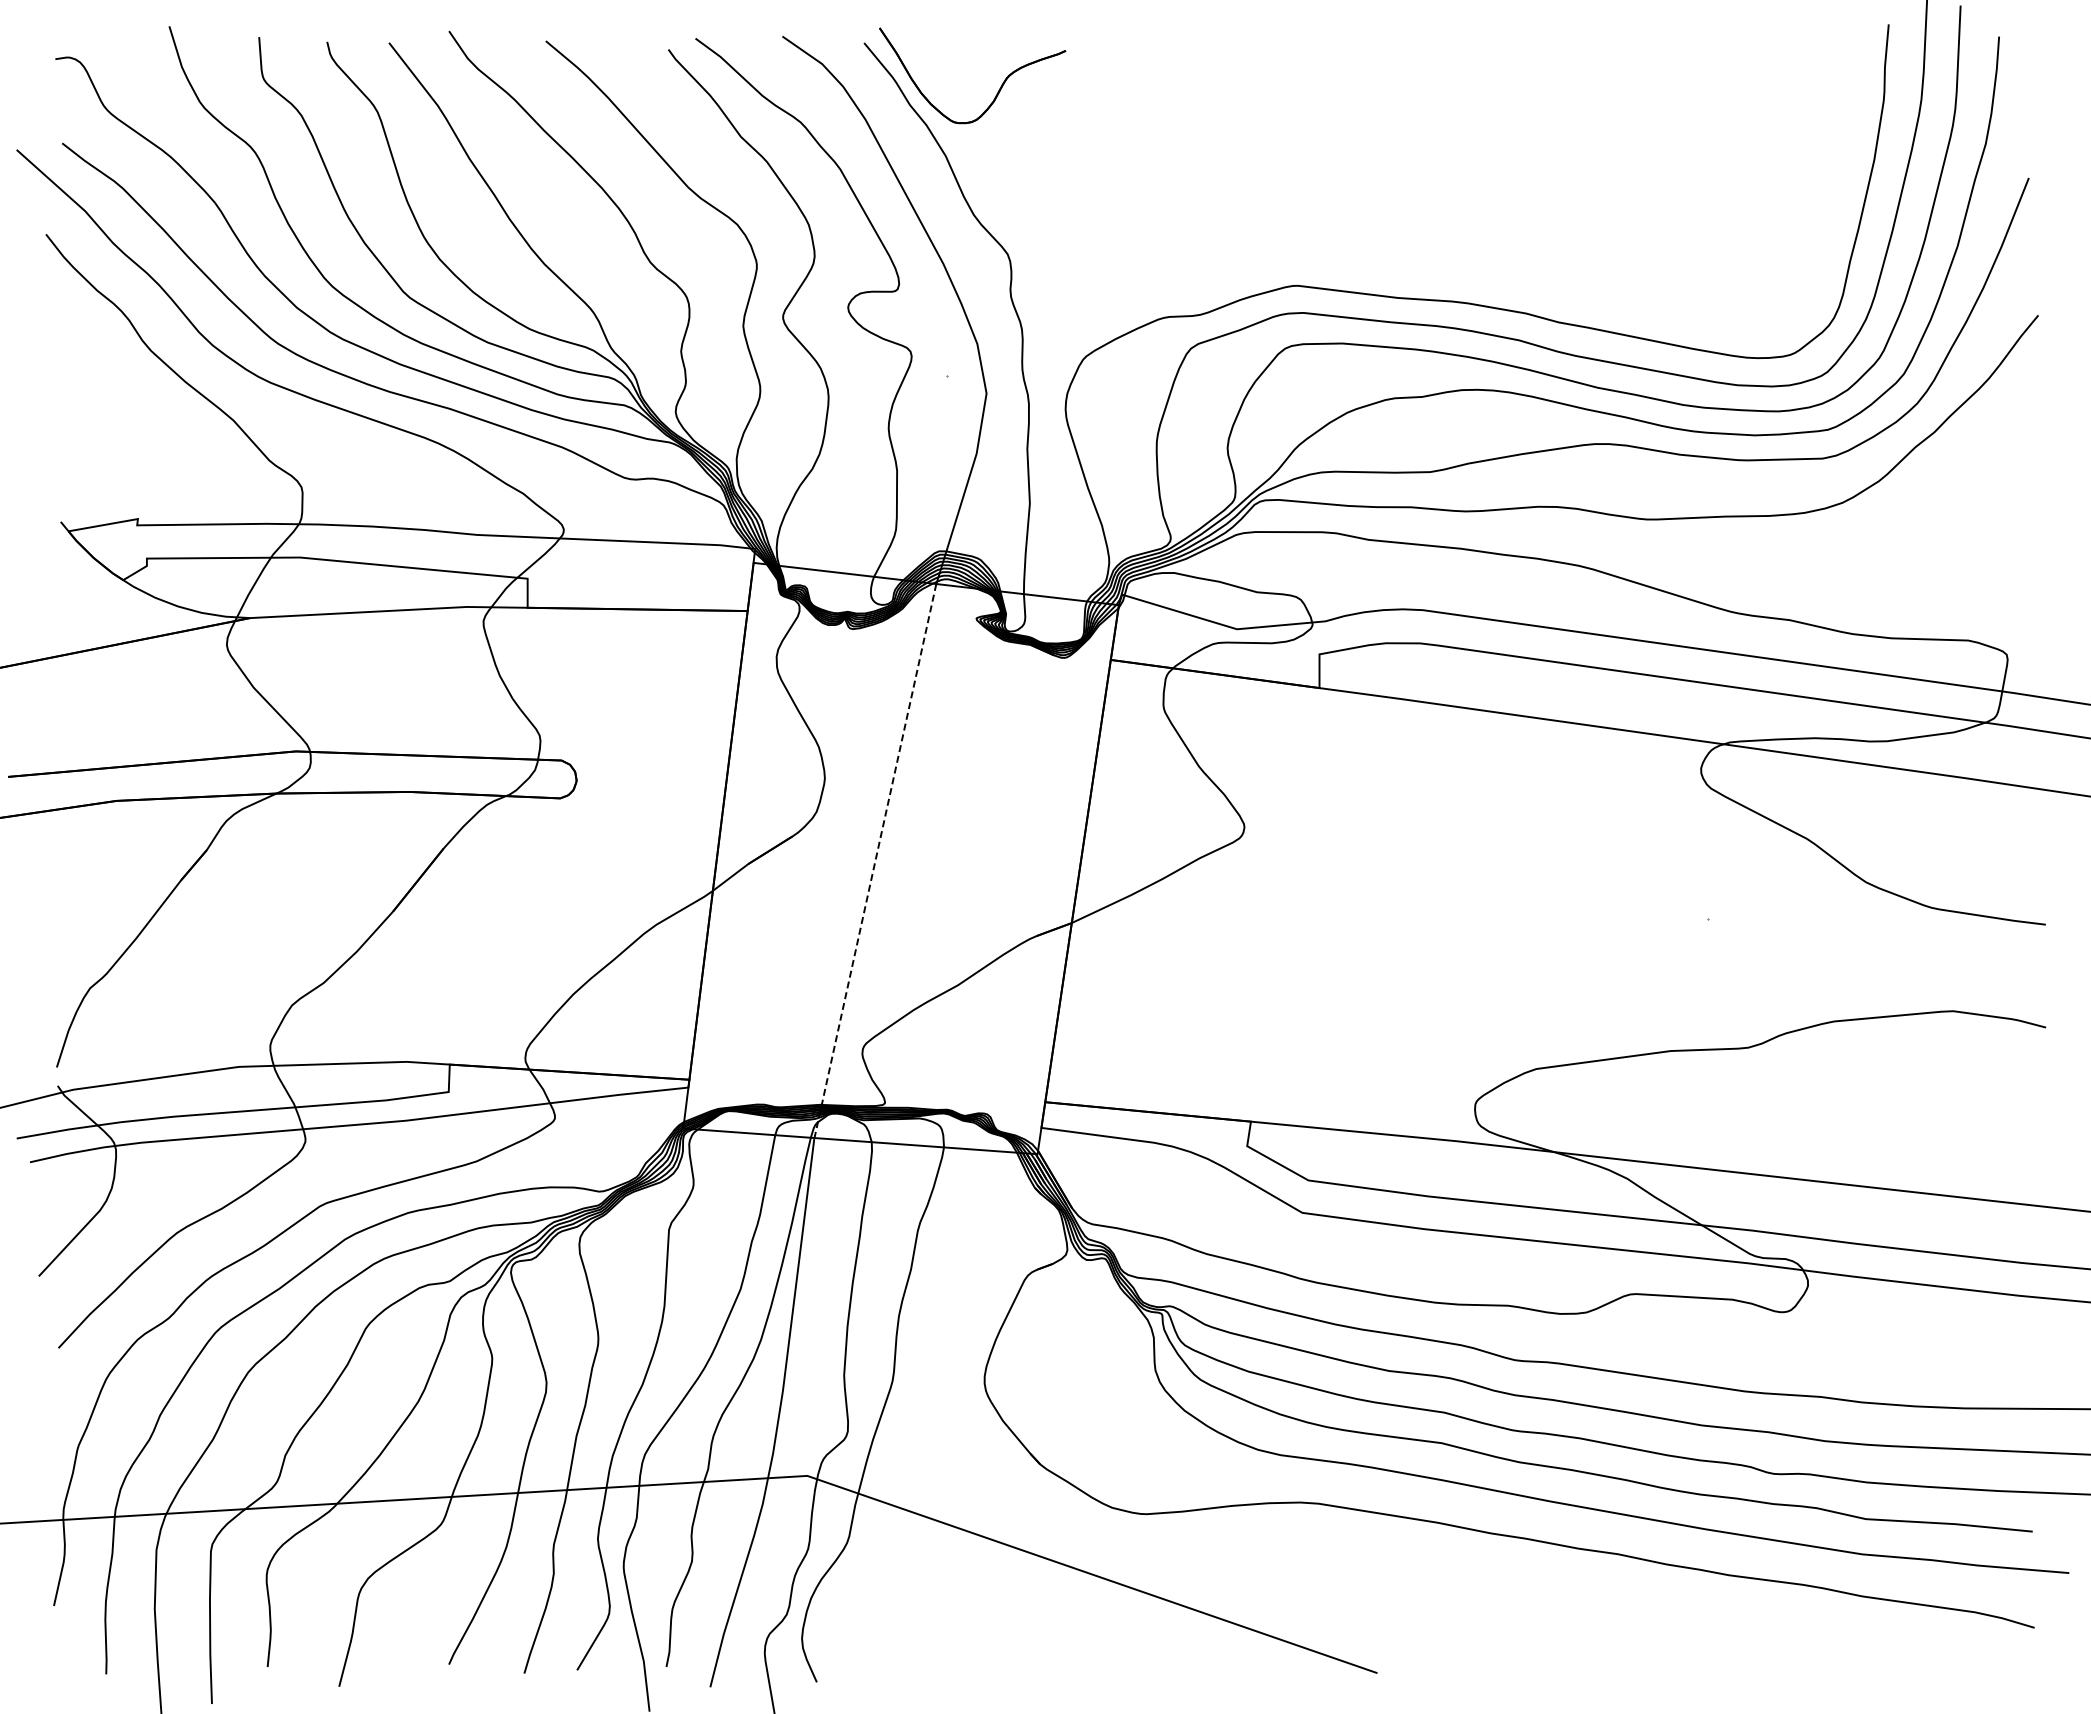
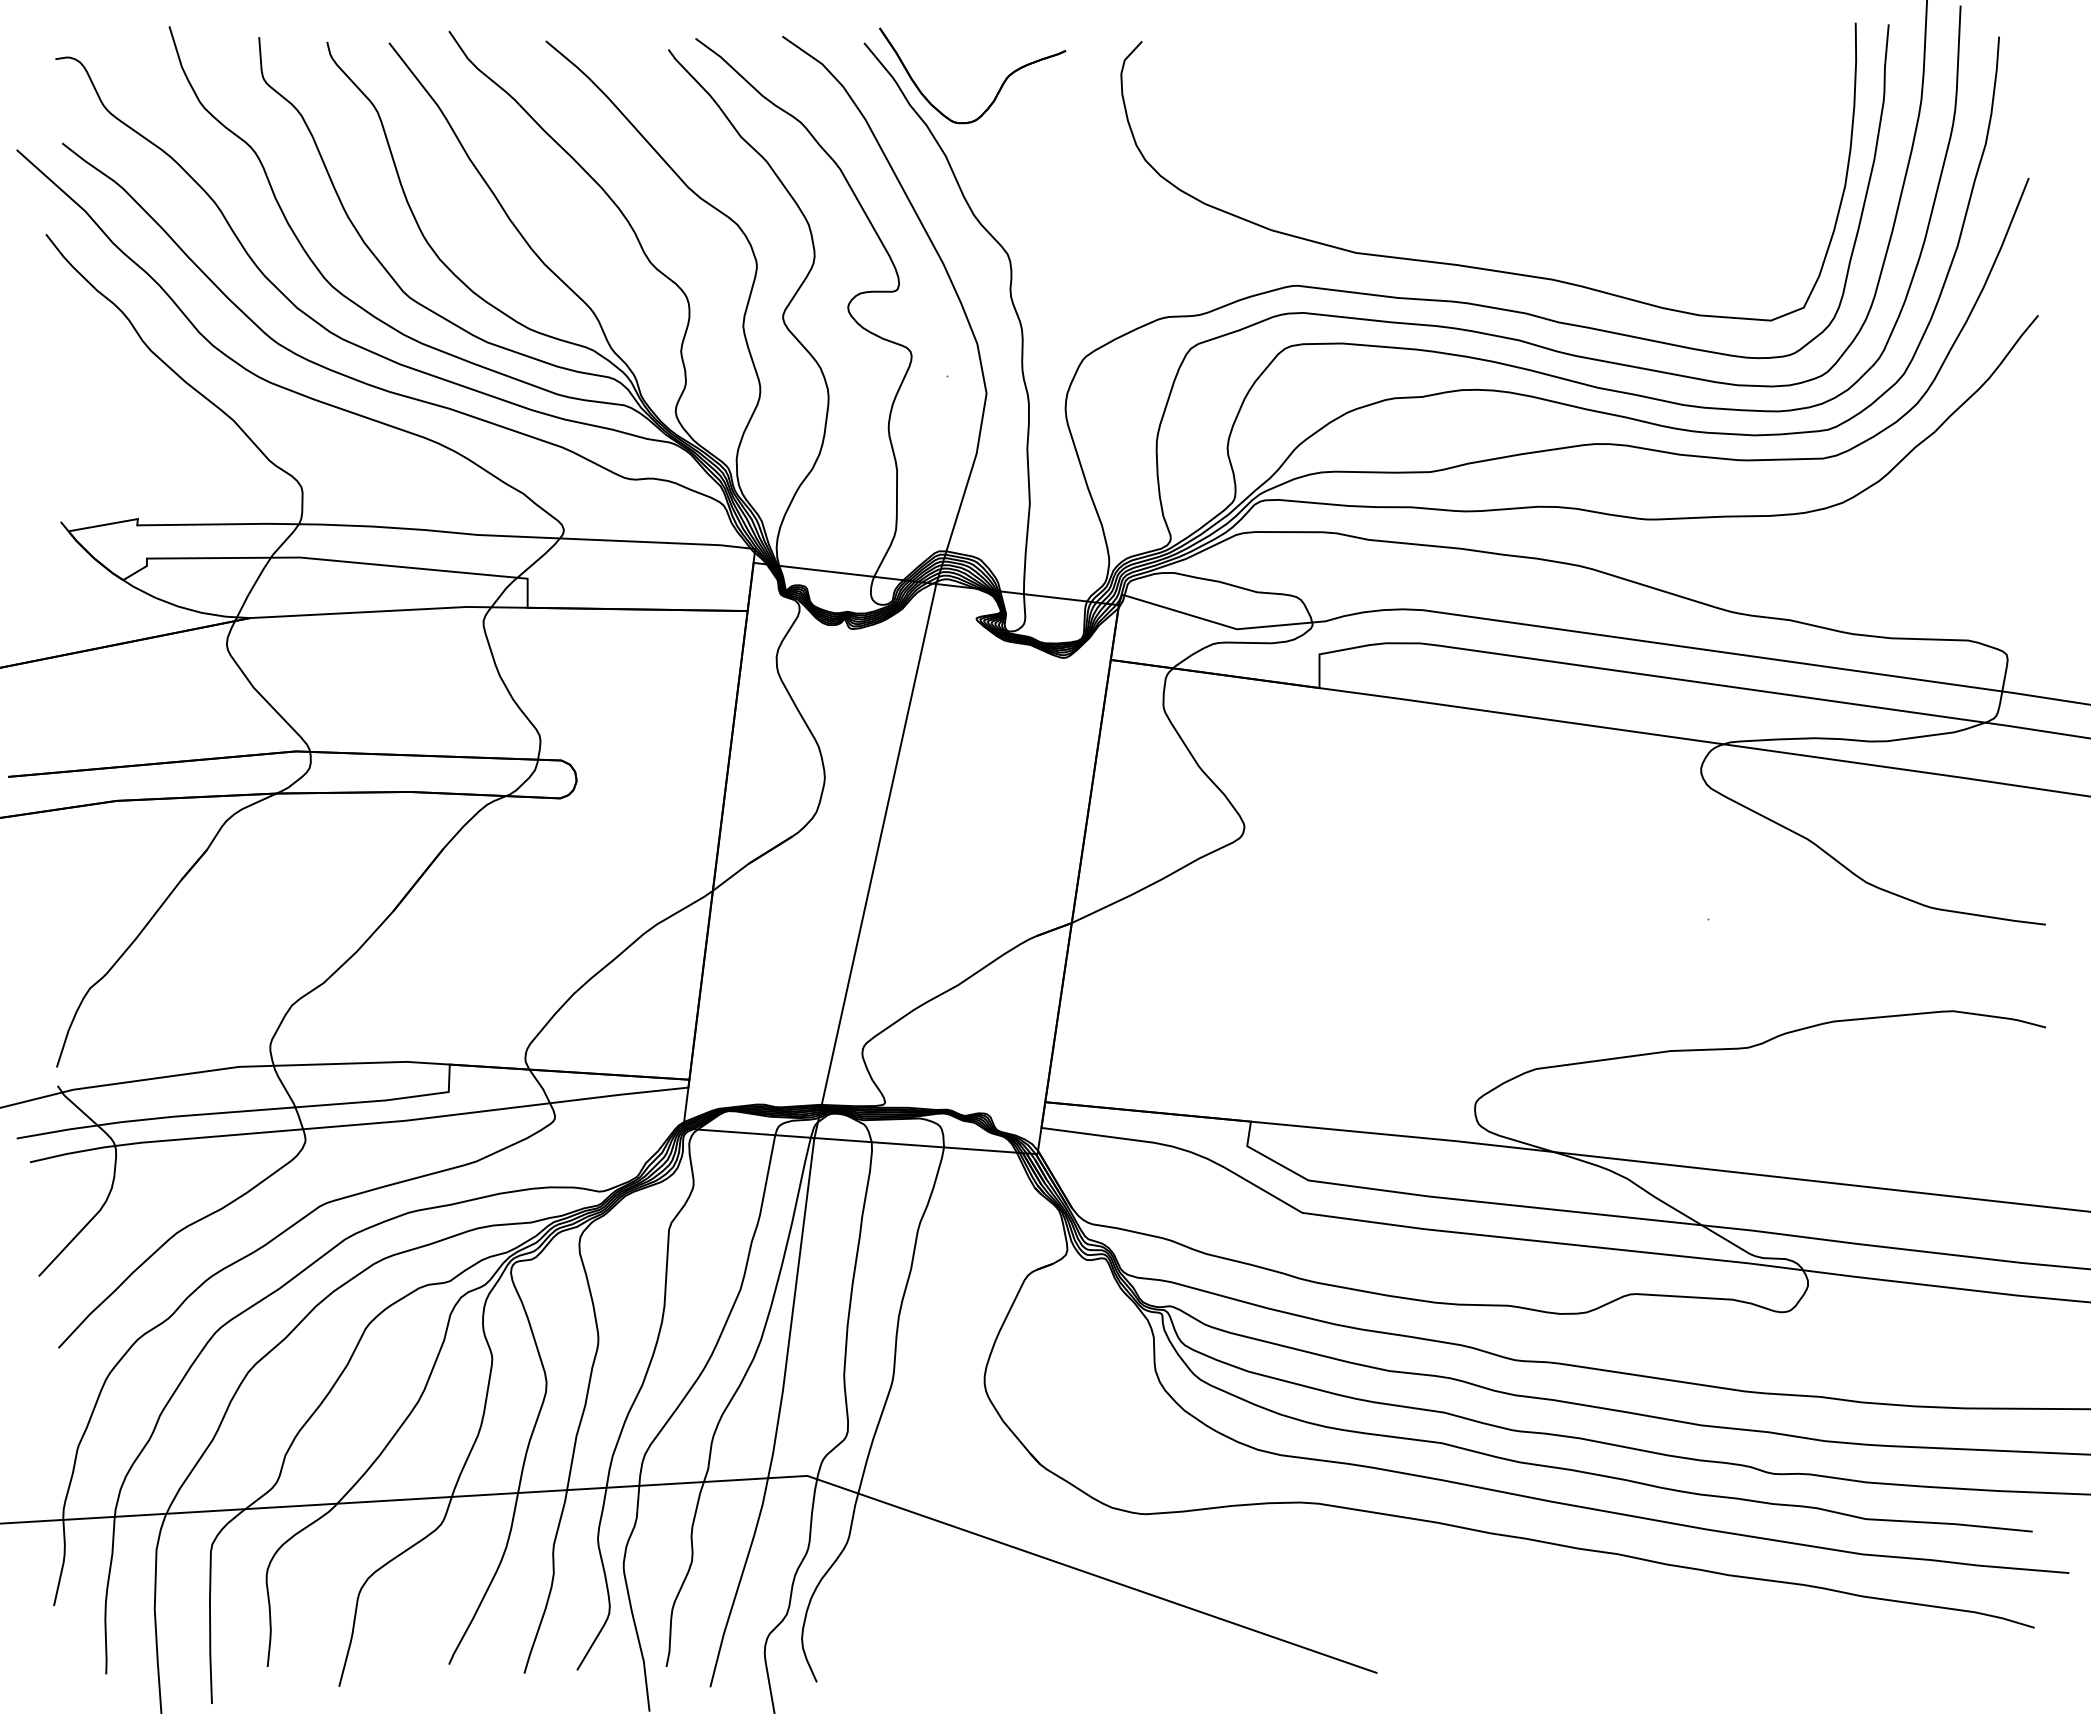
curve at (1474, 266): none -> present
line at (875, 862): dashed -> solid
